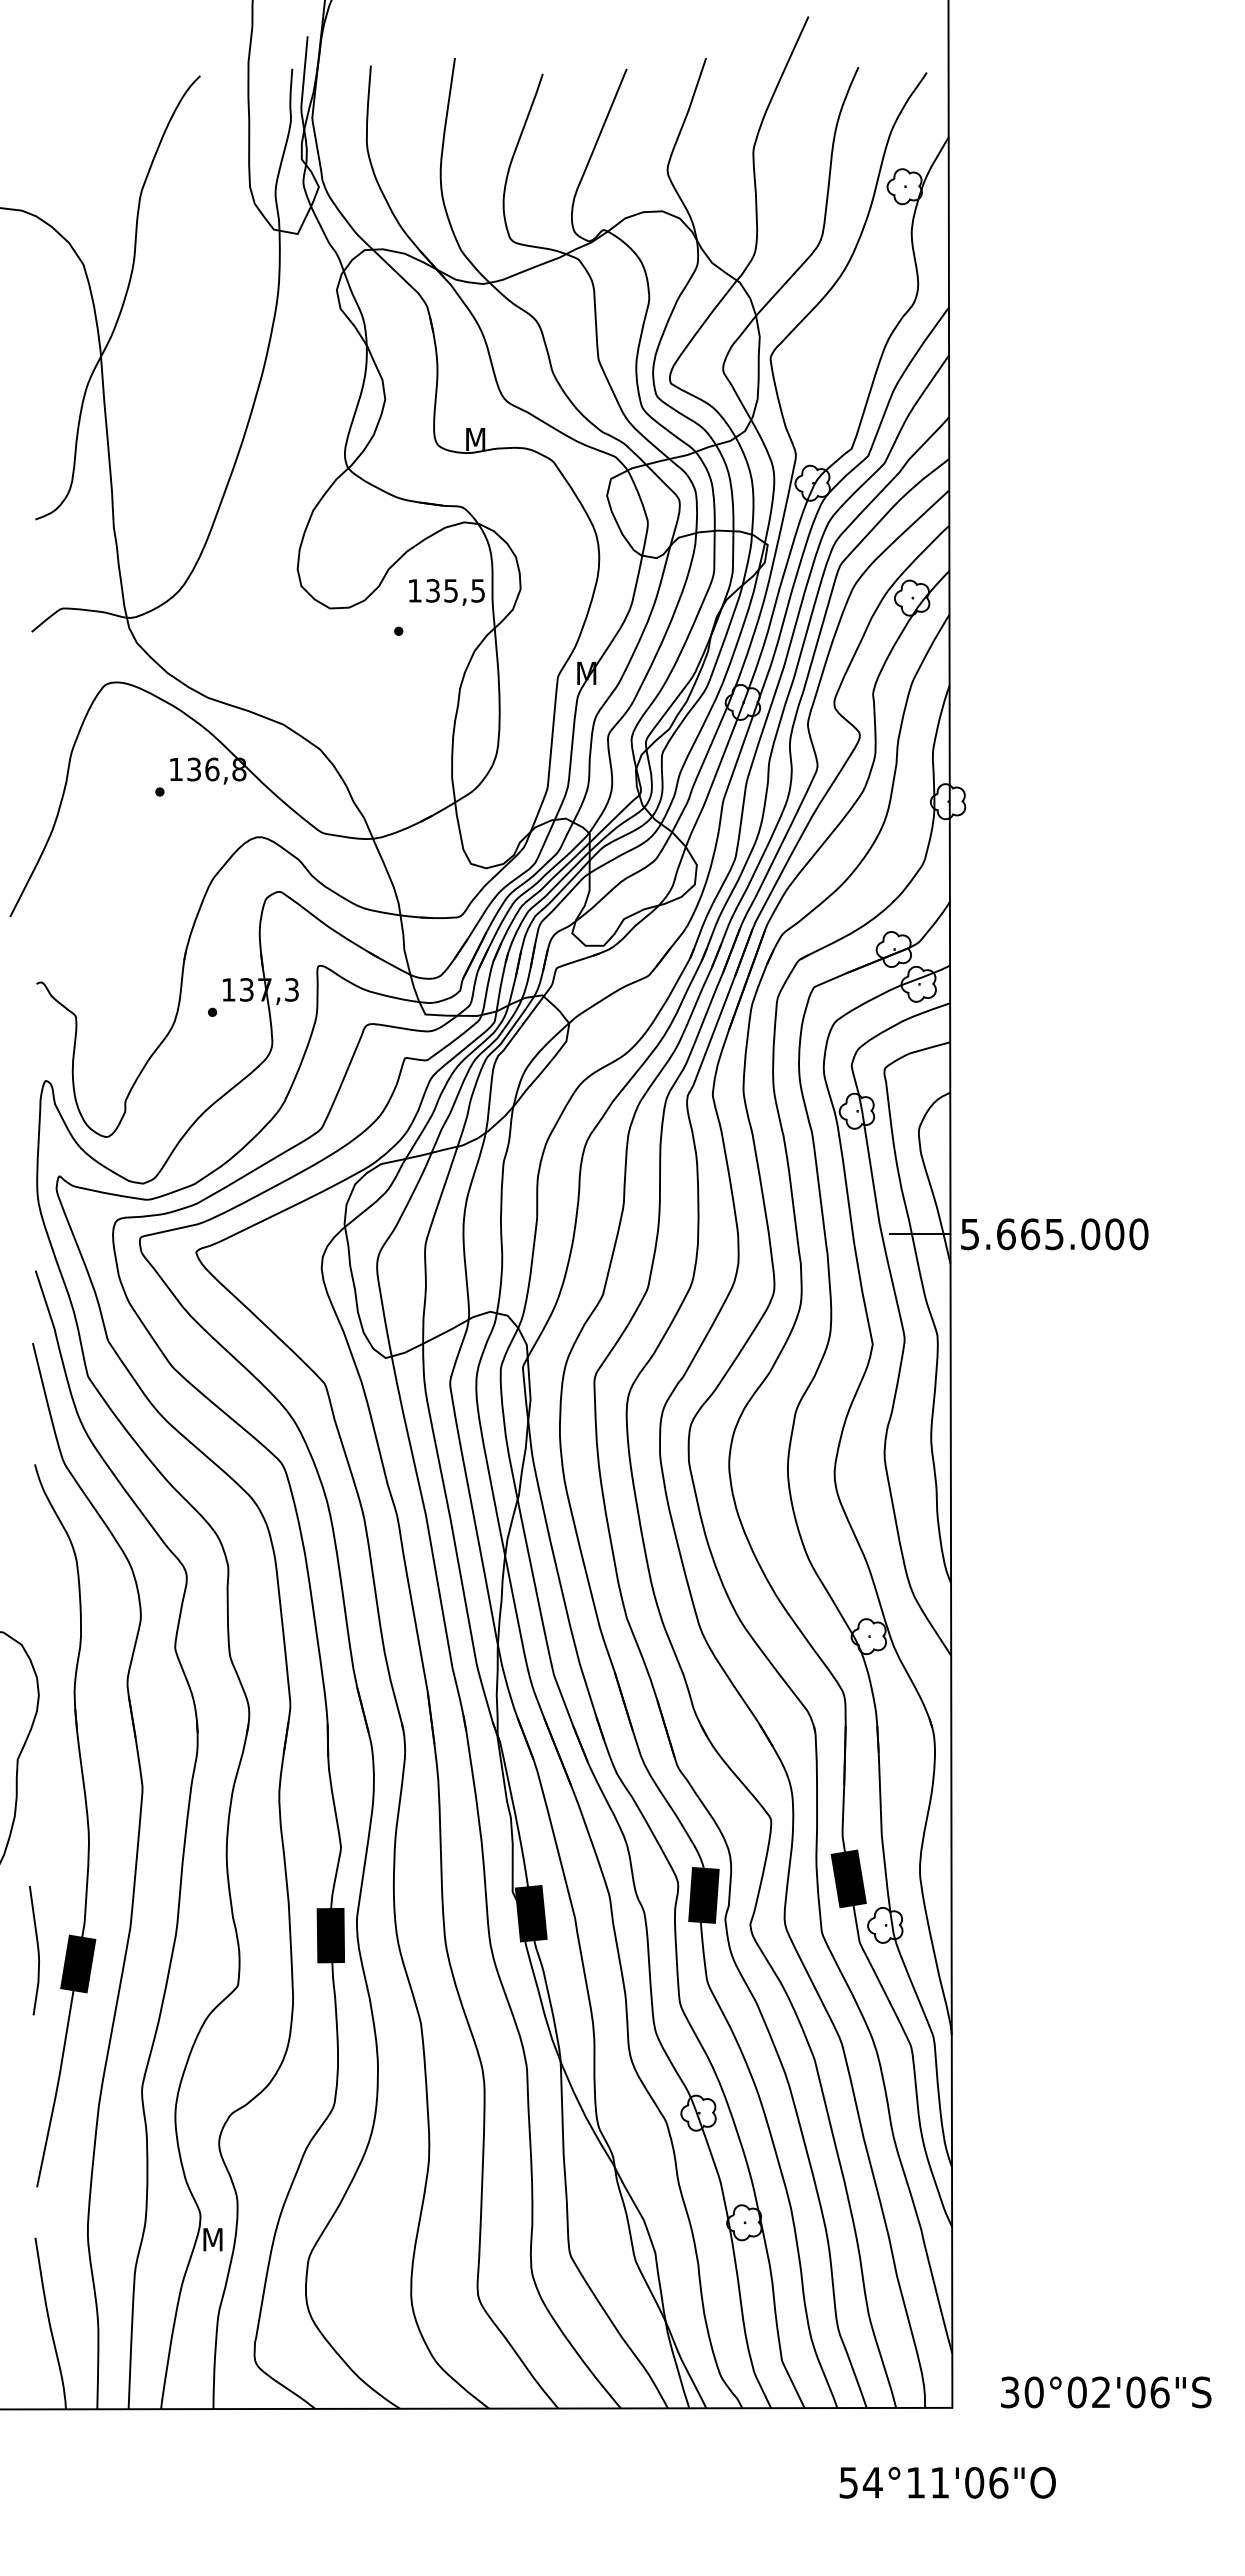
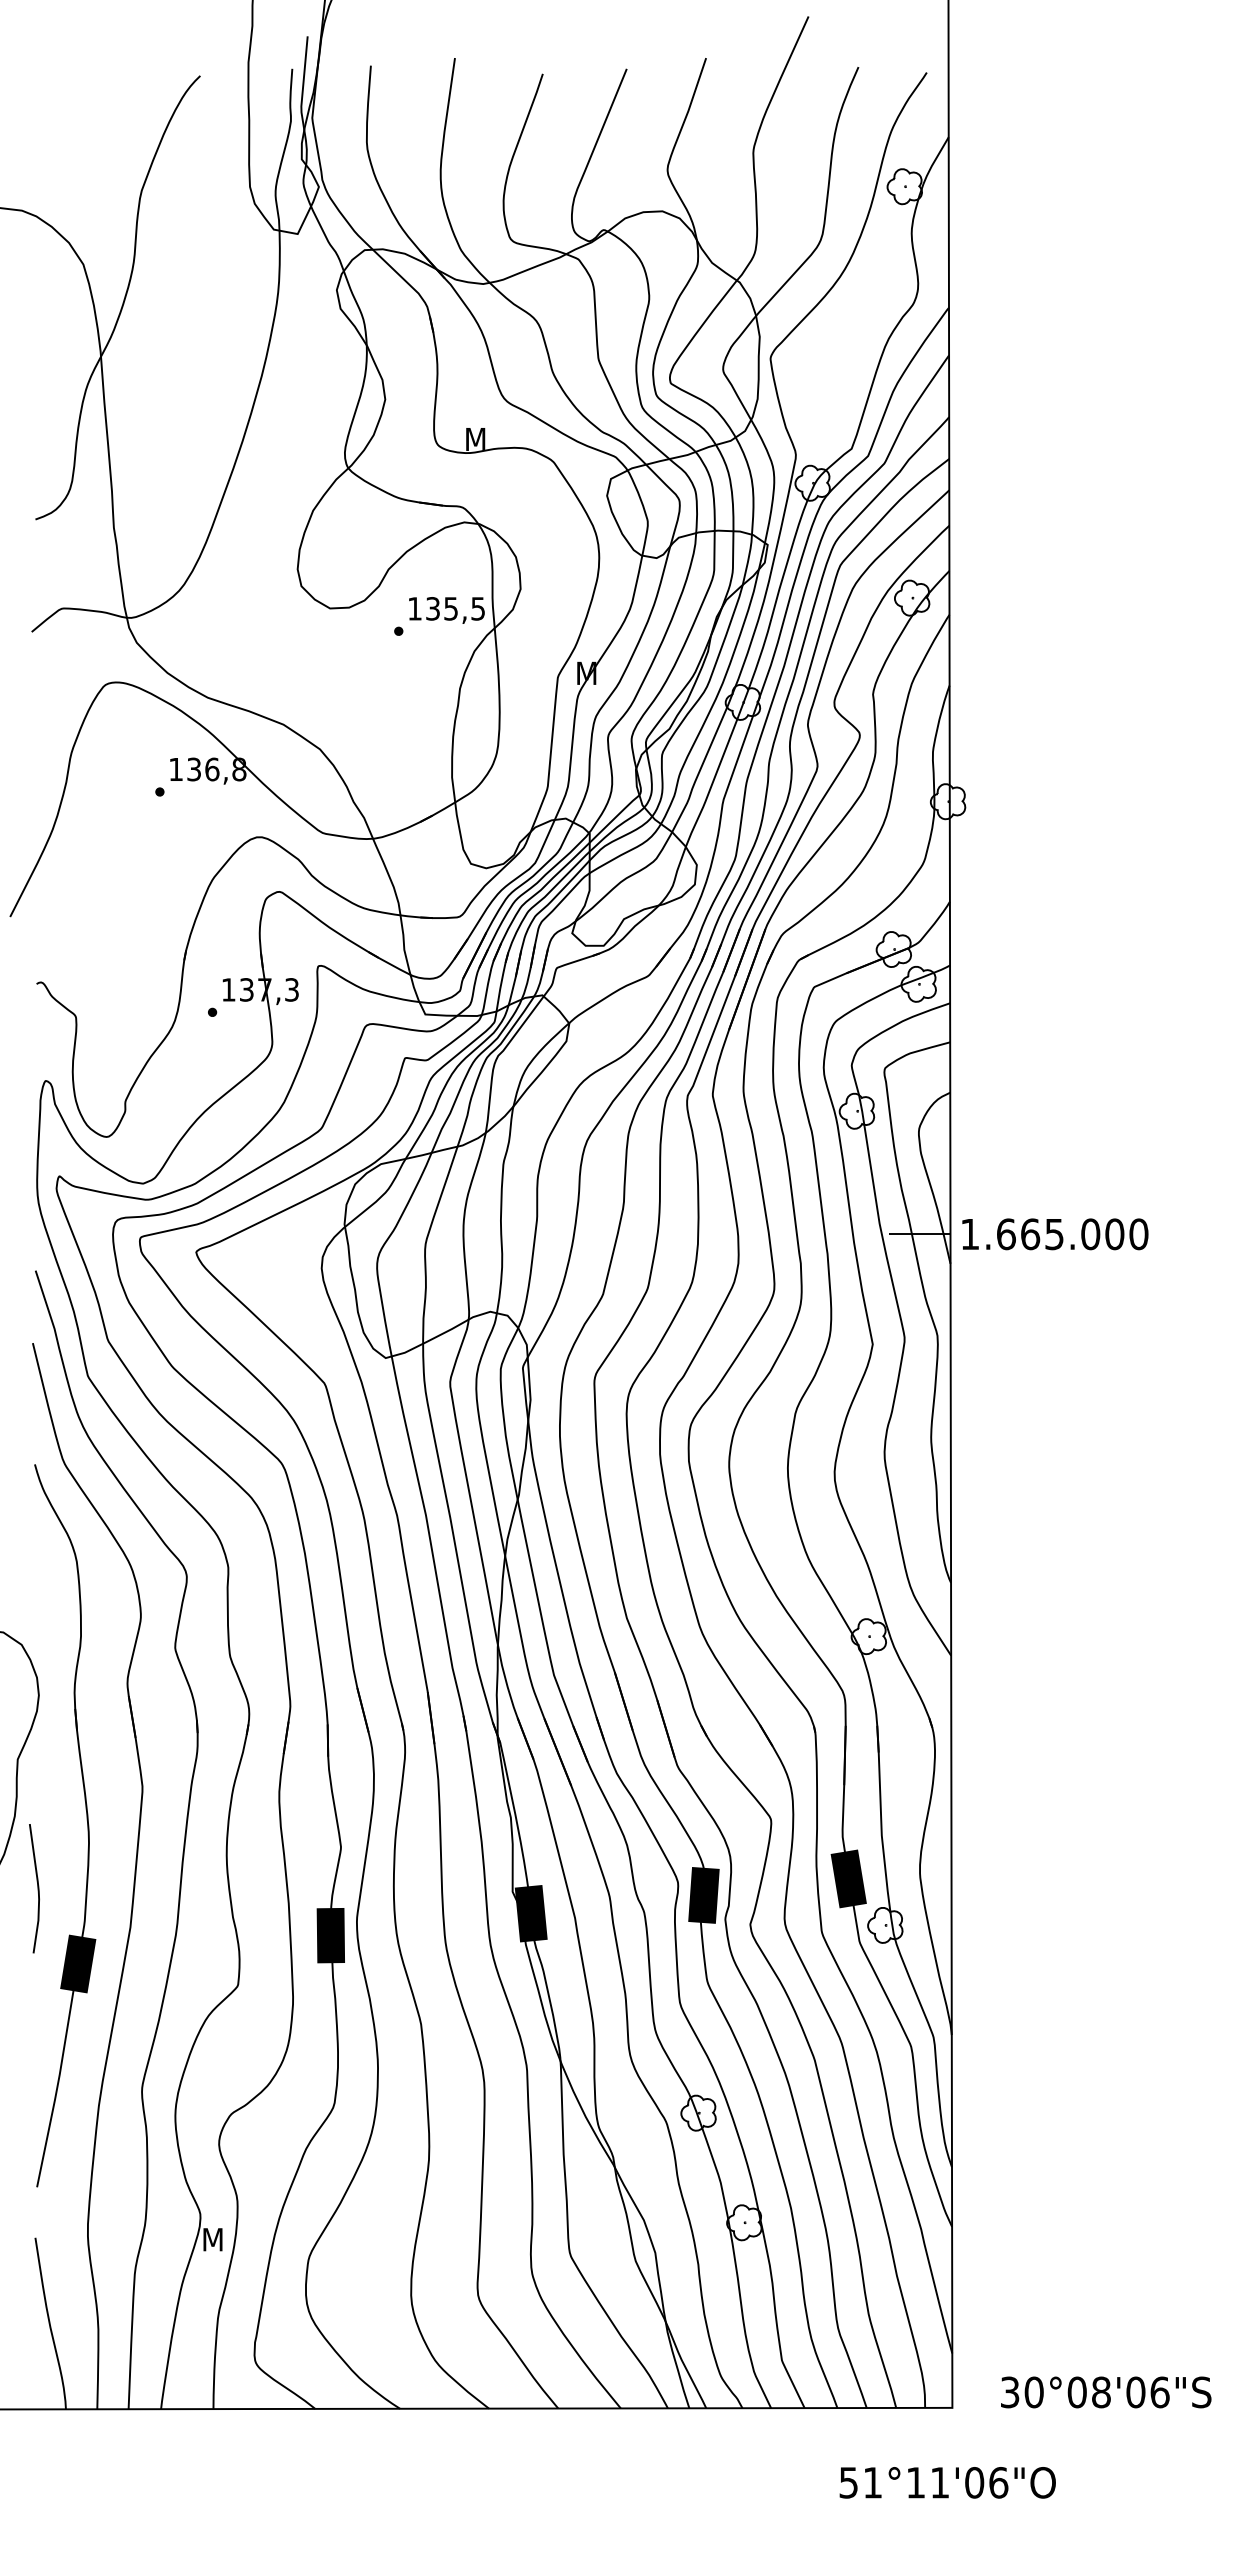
text at (446, 592) position: (446, 592) -> (446, 610)
text at (969, 1234): 5.665.000 -> 1.665.000
curve at (37, 1950) position: (37, 1950) -> (37, 1888)
text at (1101, 2392): 30°02'06"S -> 30°08'06"S
text at (872, 2482): 54°11'06"O -> 51°11'06"O
